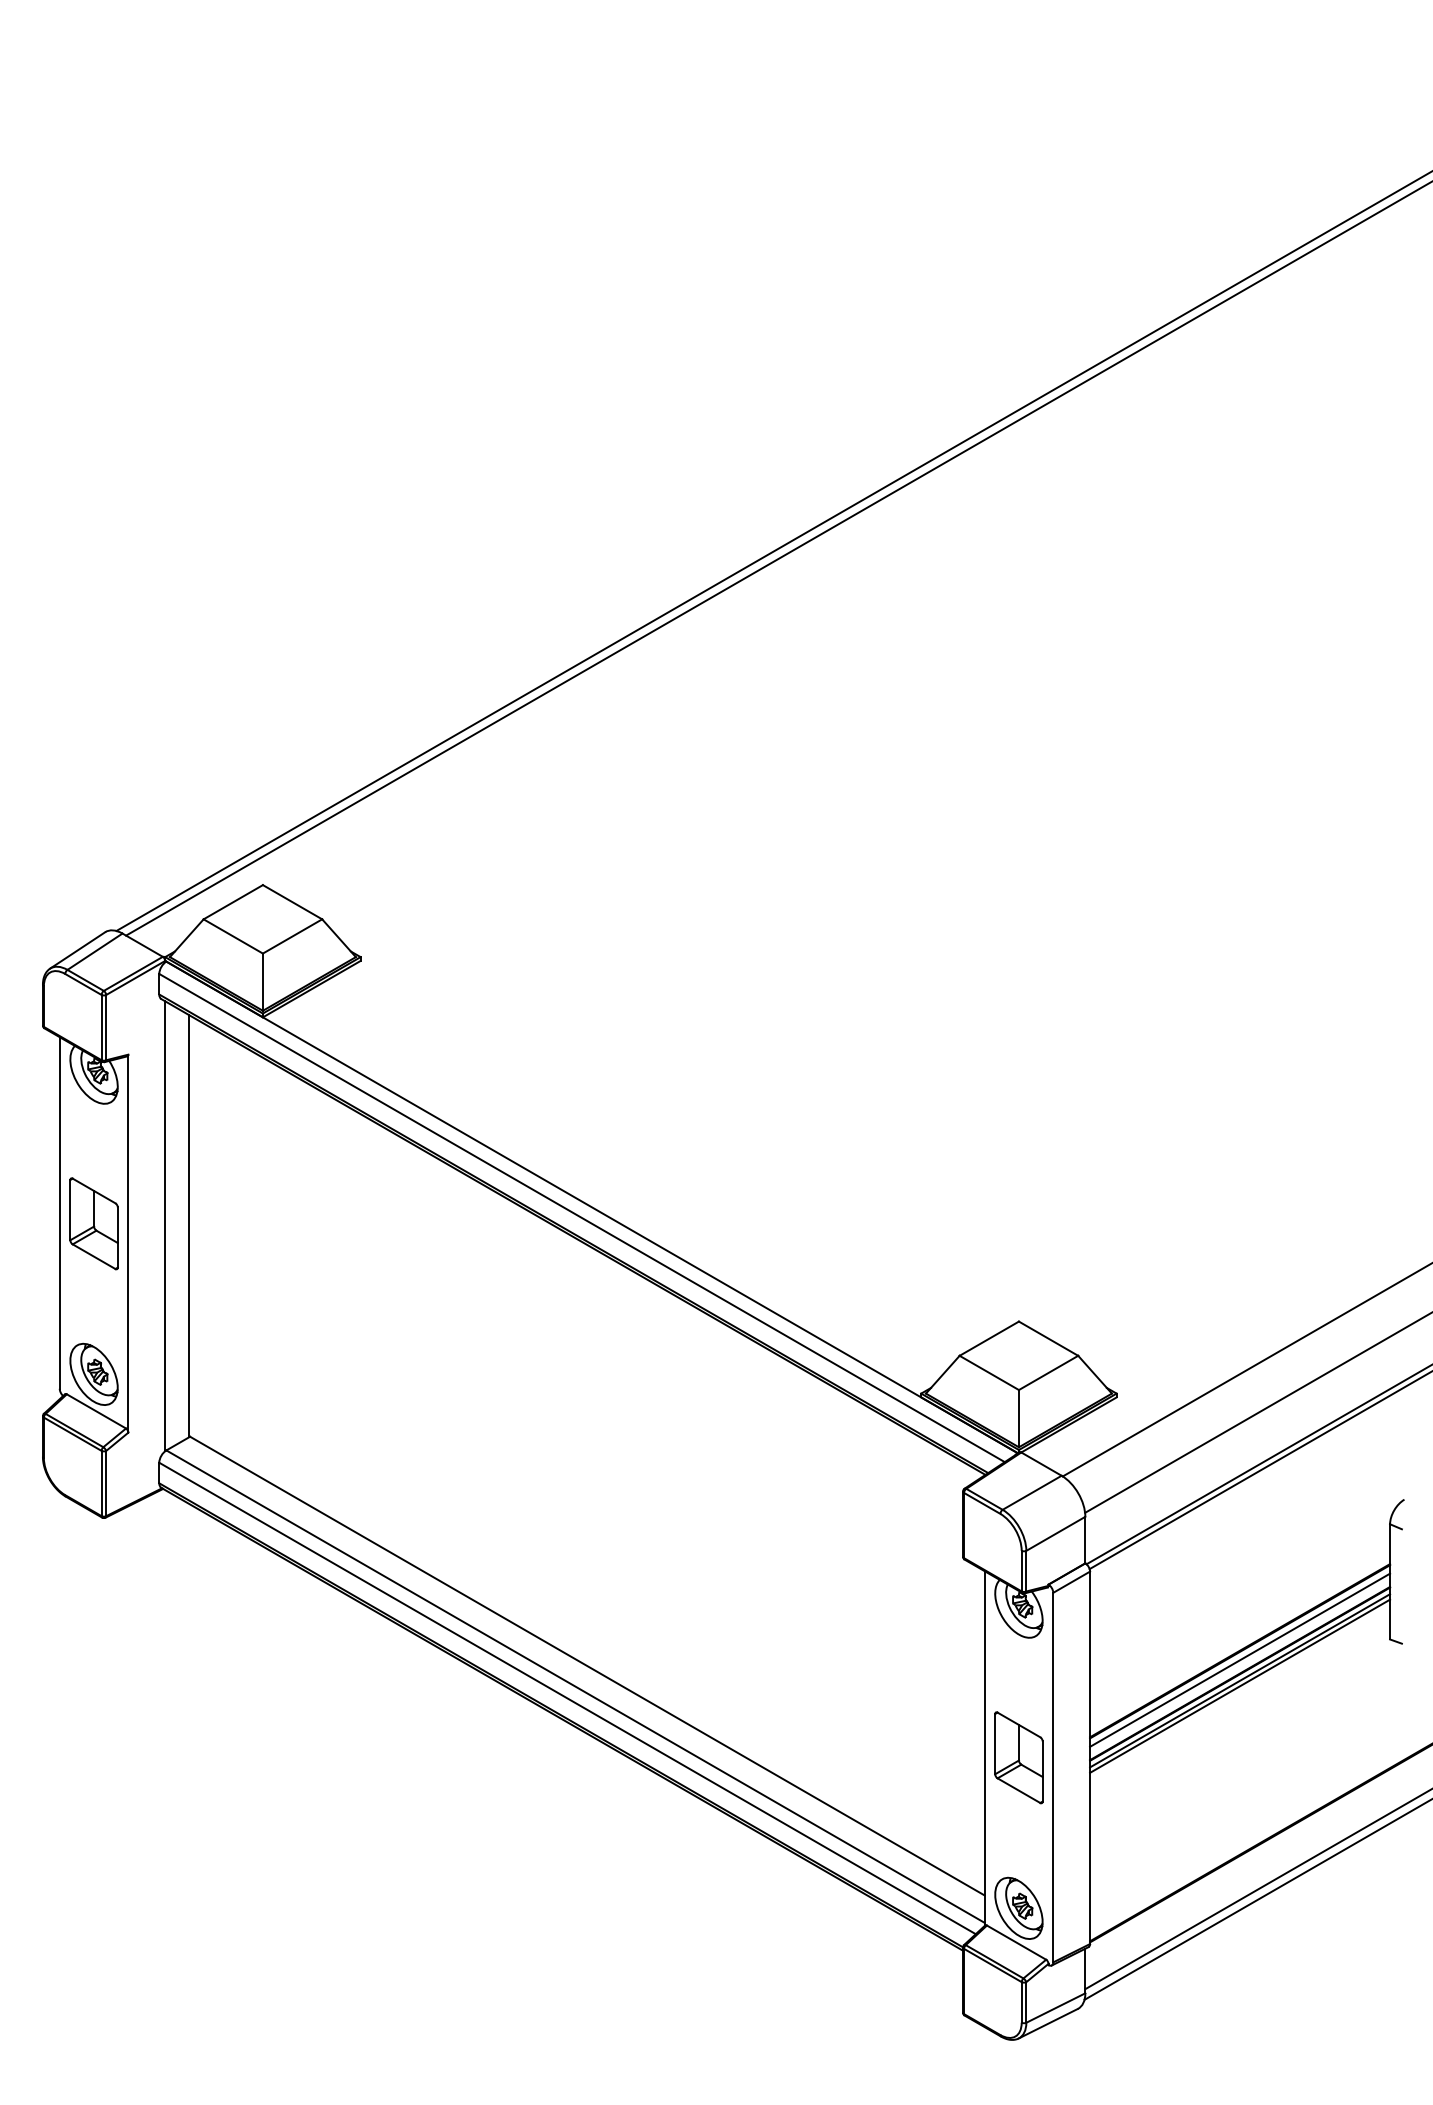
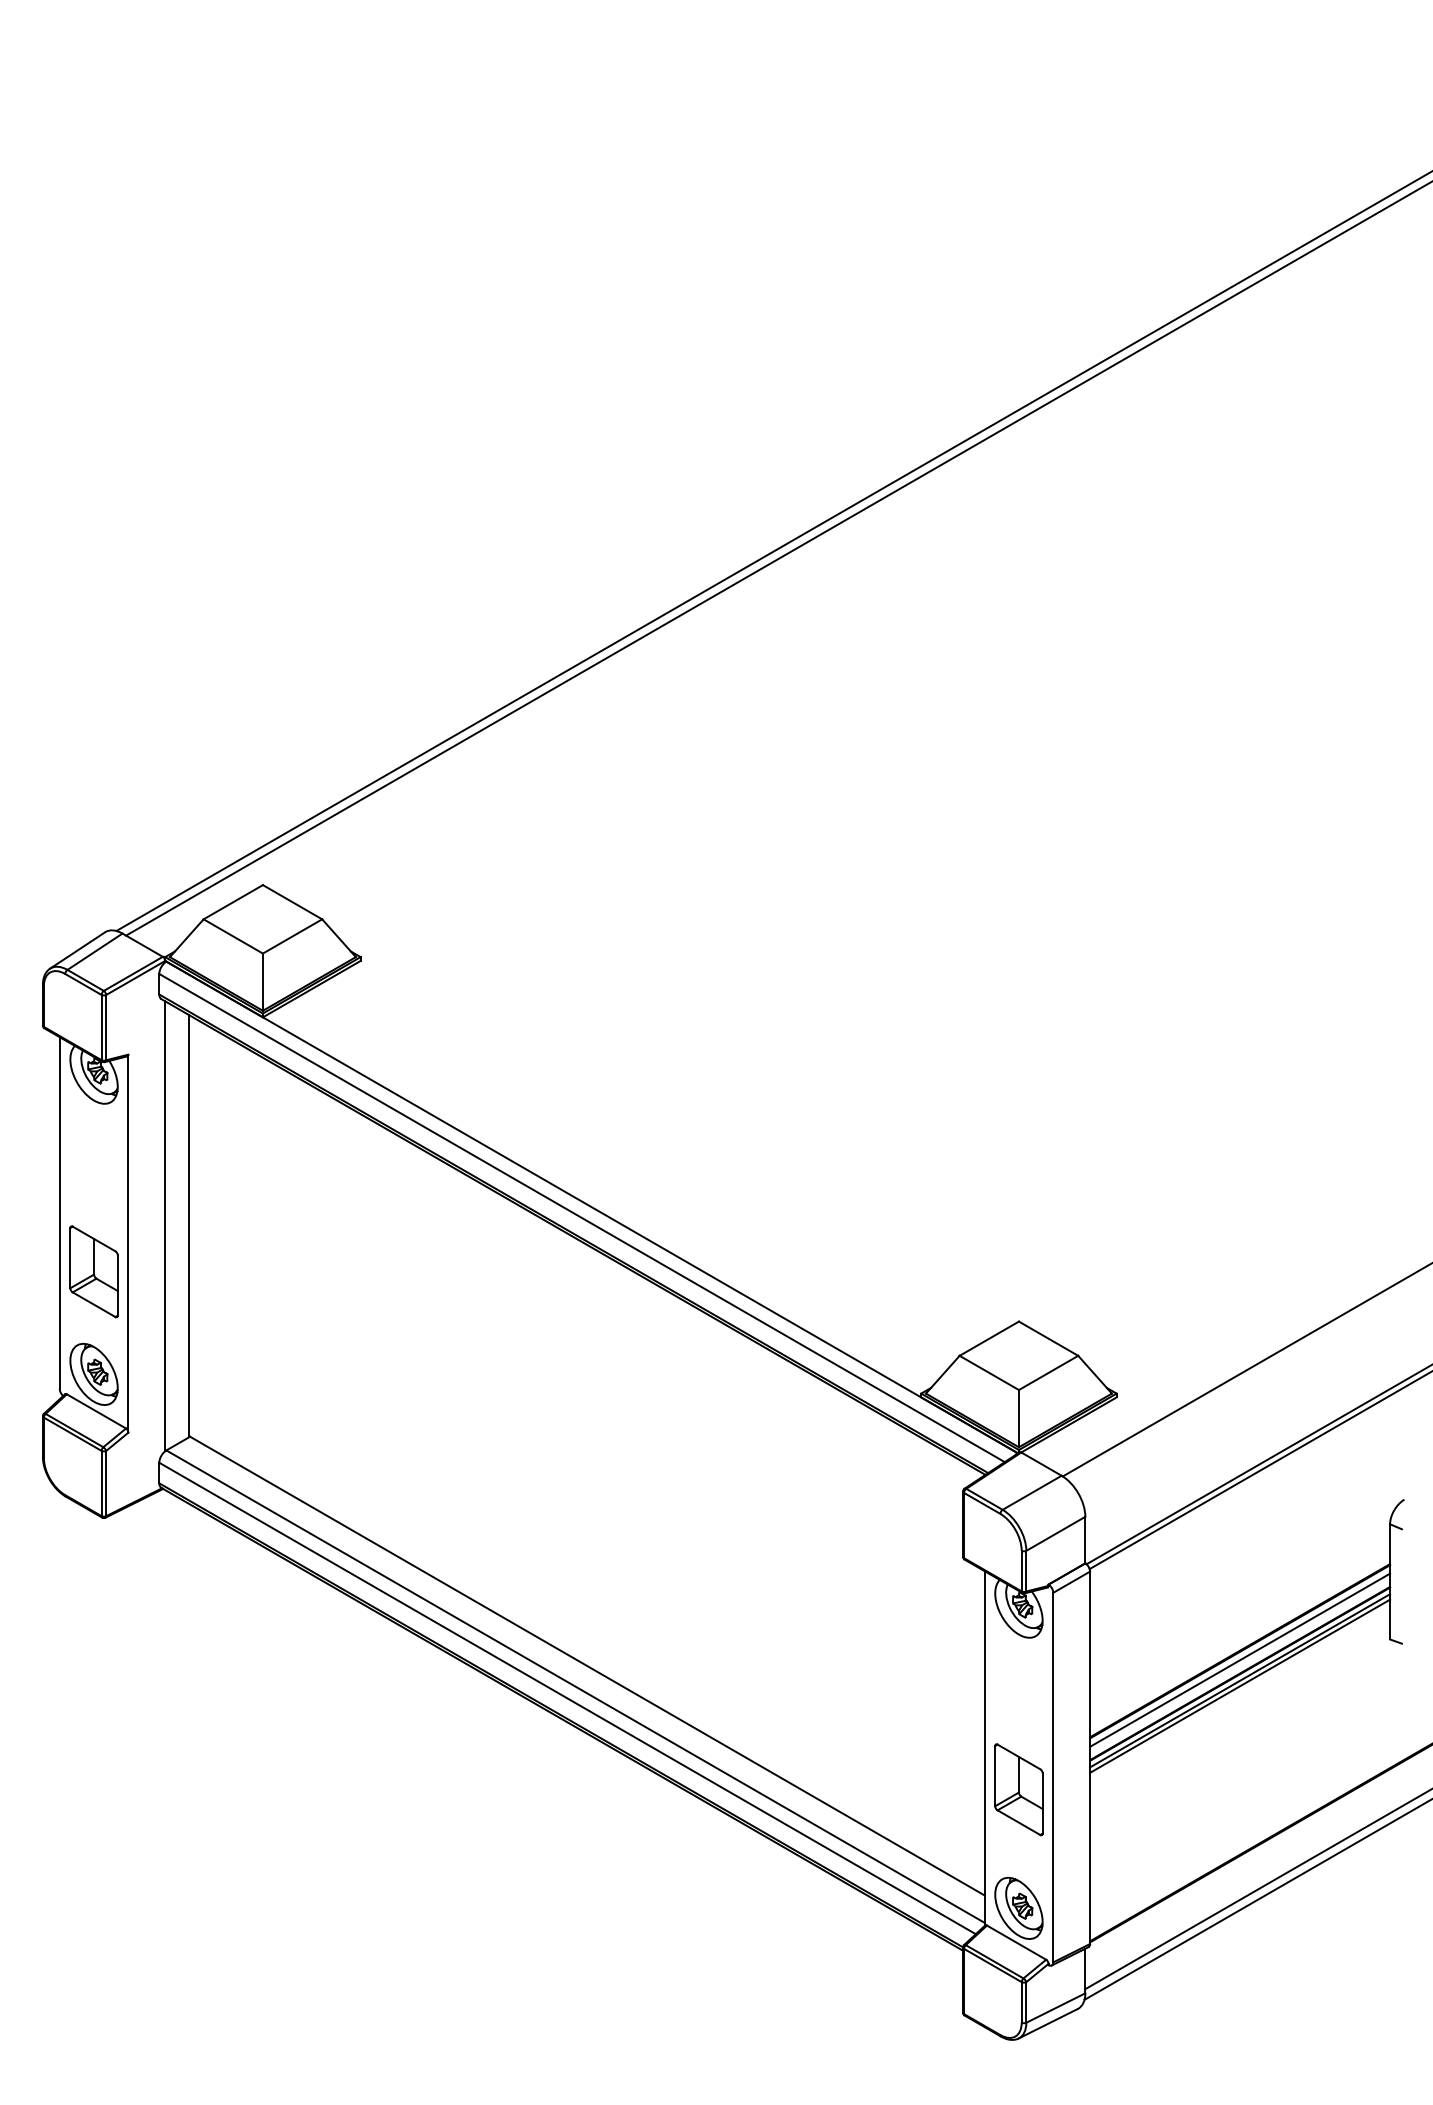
part at (93, 1223) position: (93, 1223) -> (93, 1271)
line at (1257, 1412): present -> none
part at (1018, 1757) position: (1018, 1757) -> (1018, 1789)
